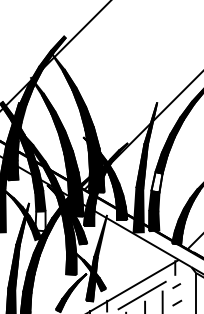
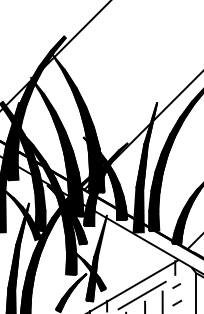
fill at (156, 181): none -> present
fill at (40, 221): none -> present
